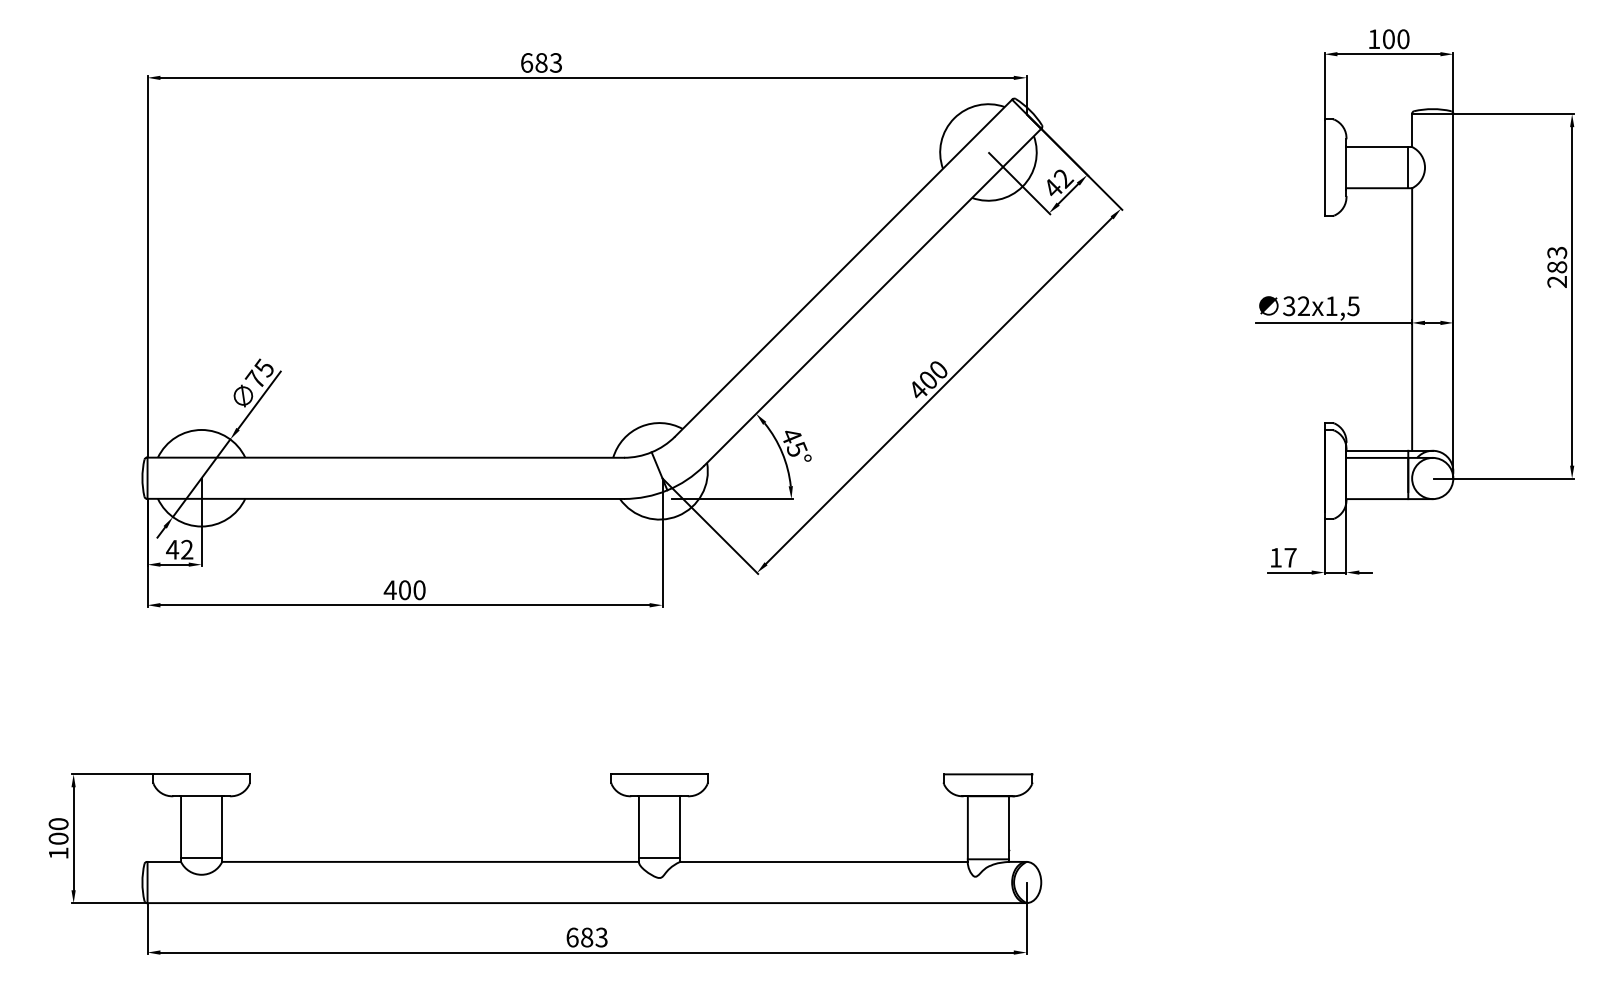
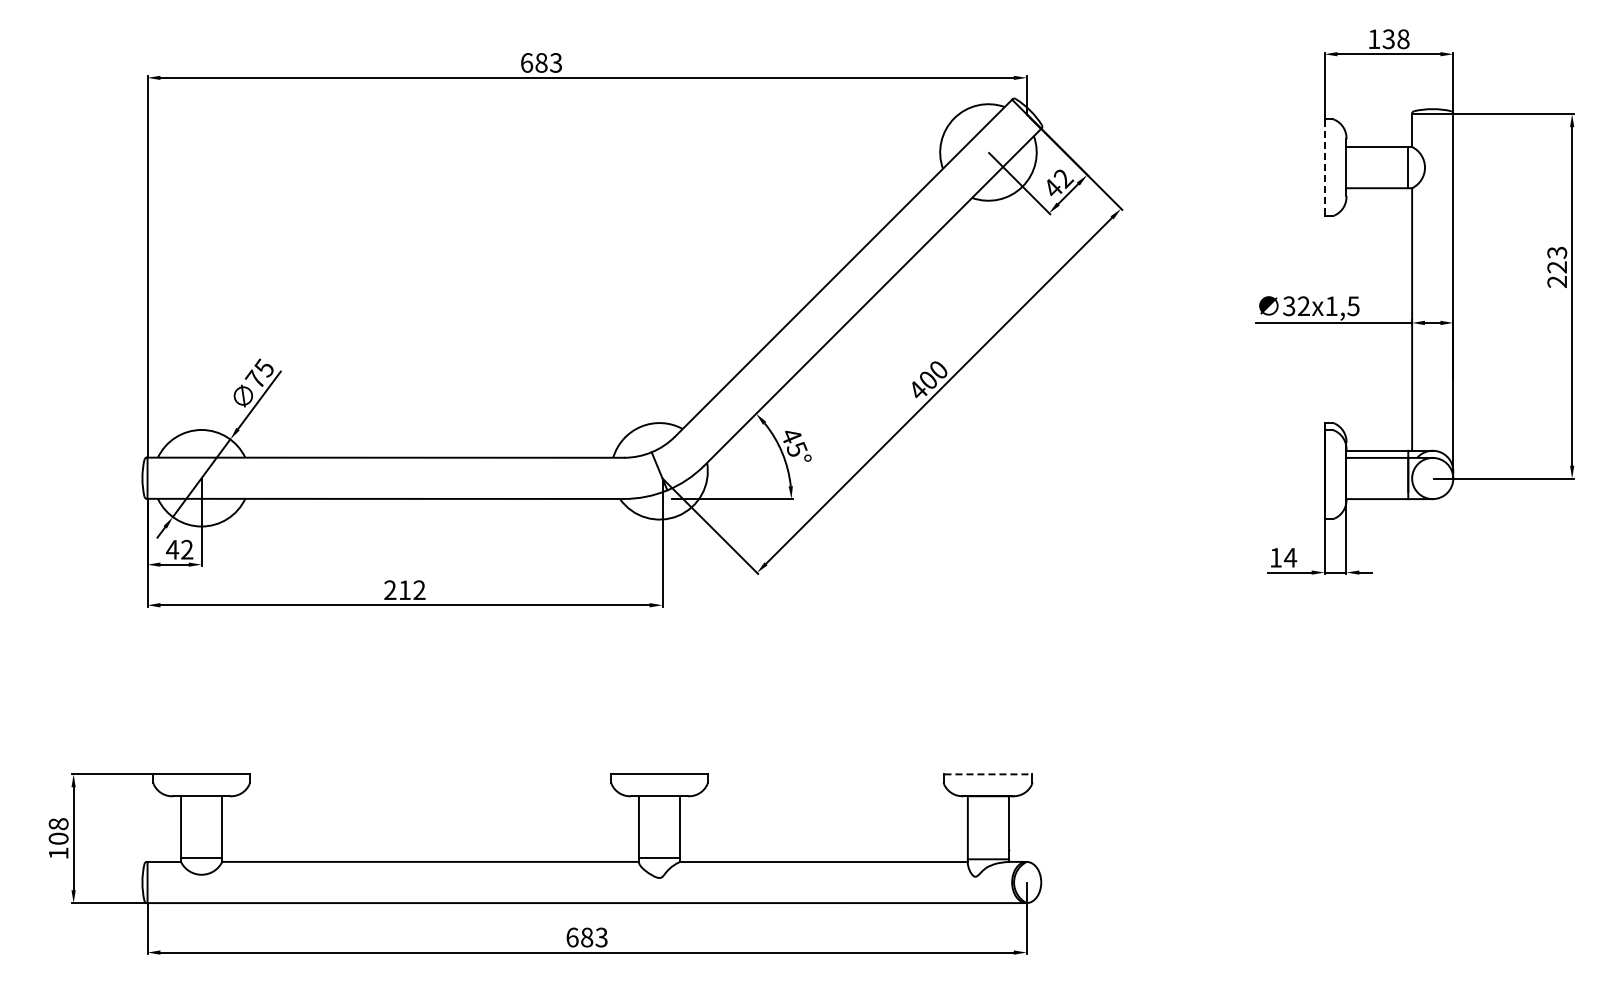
text at (1395, 39): 100 -> 138
line at (1324, 167): solid -> dashed
text at (1557, 267): 283 -> 223
text at (1290, 557): 17 -> 14
text at (404, 590): 400 -> 212
line at (988, 774): solid -> dashed
text at (58, 824): 100 -> 108
